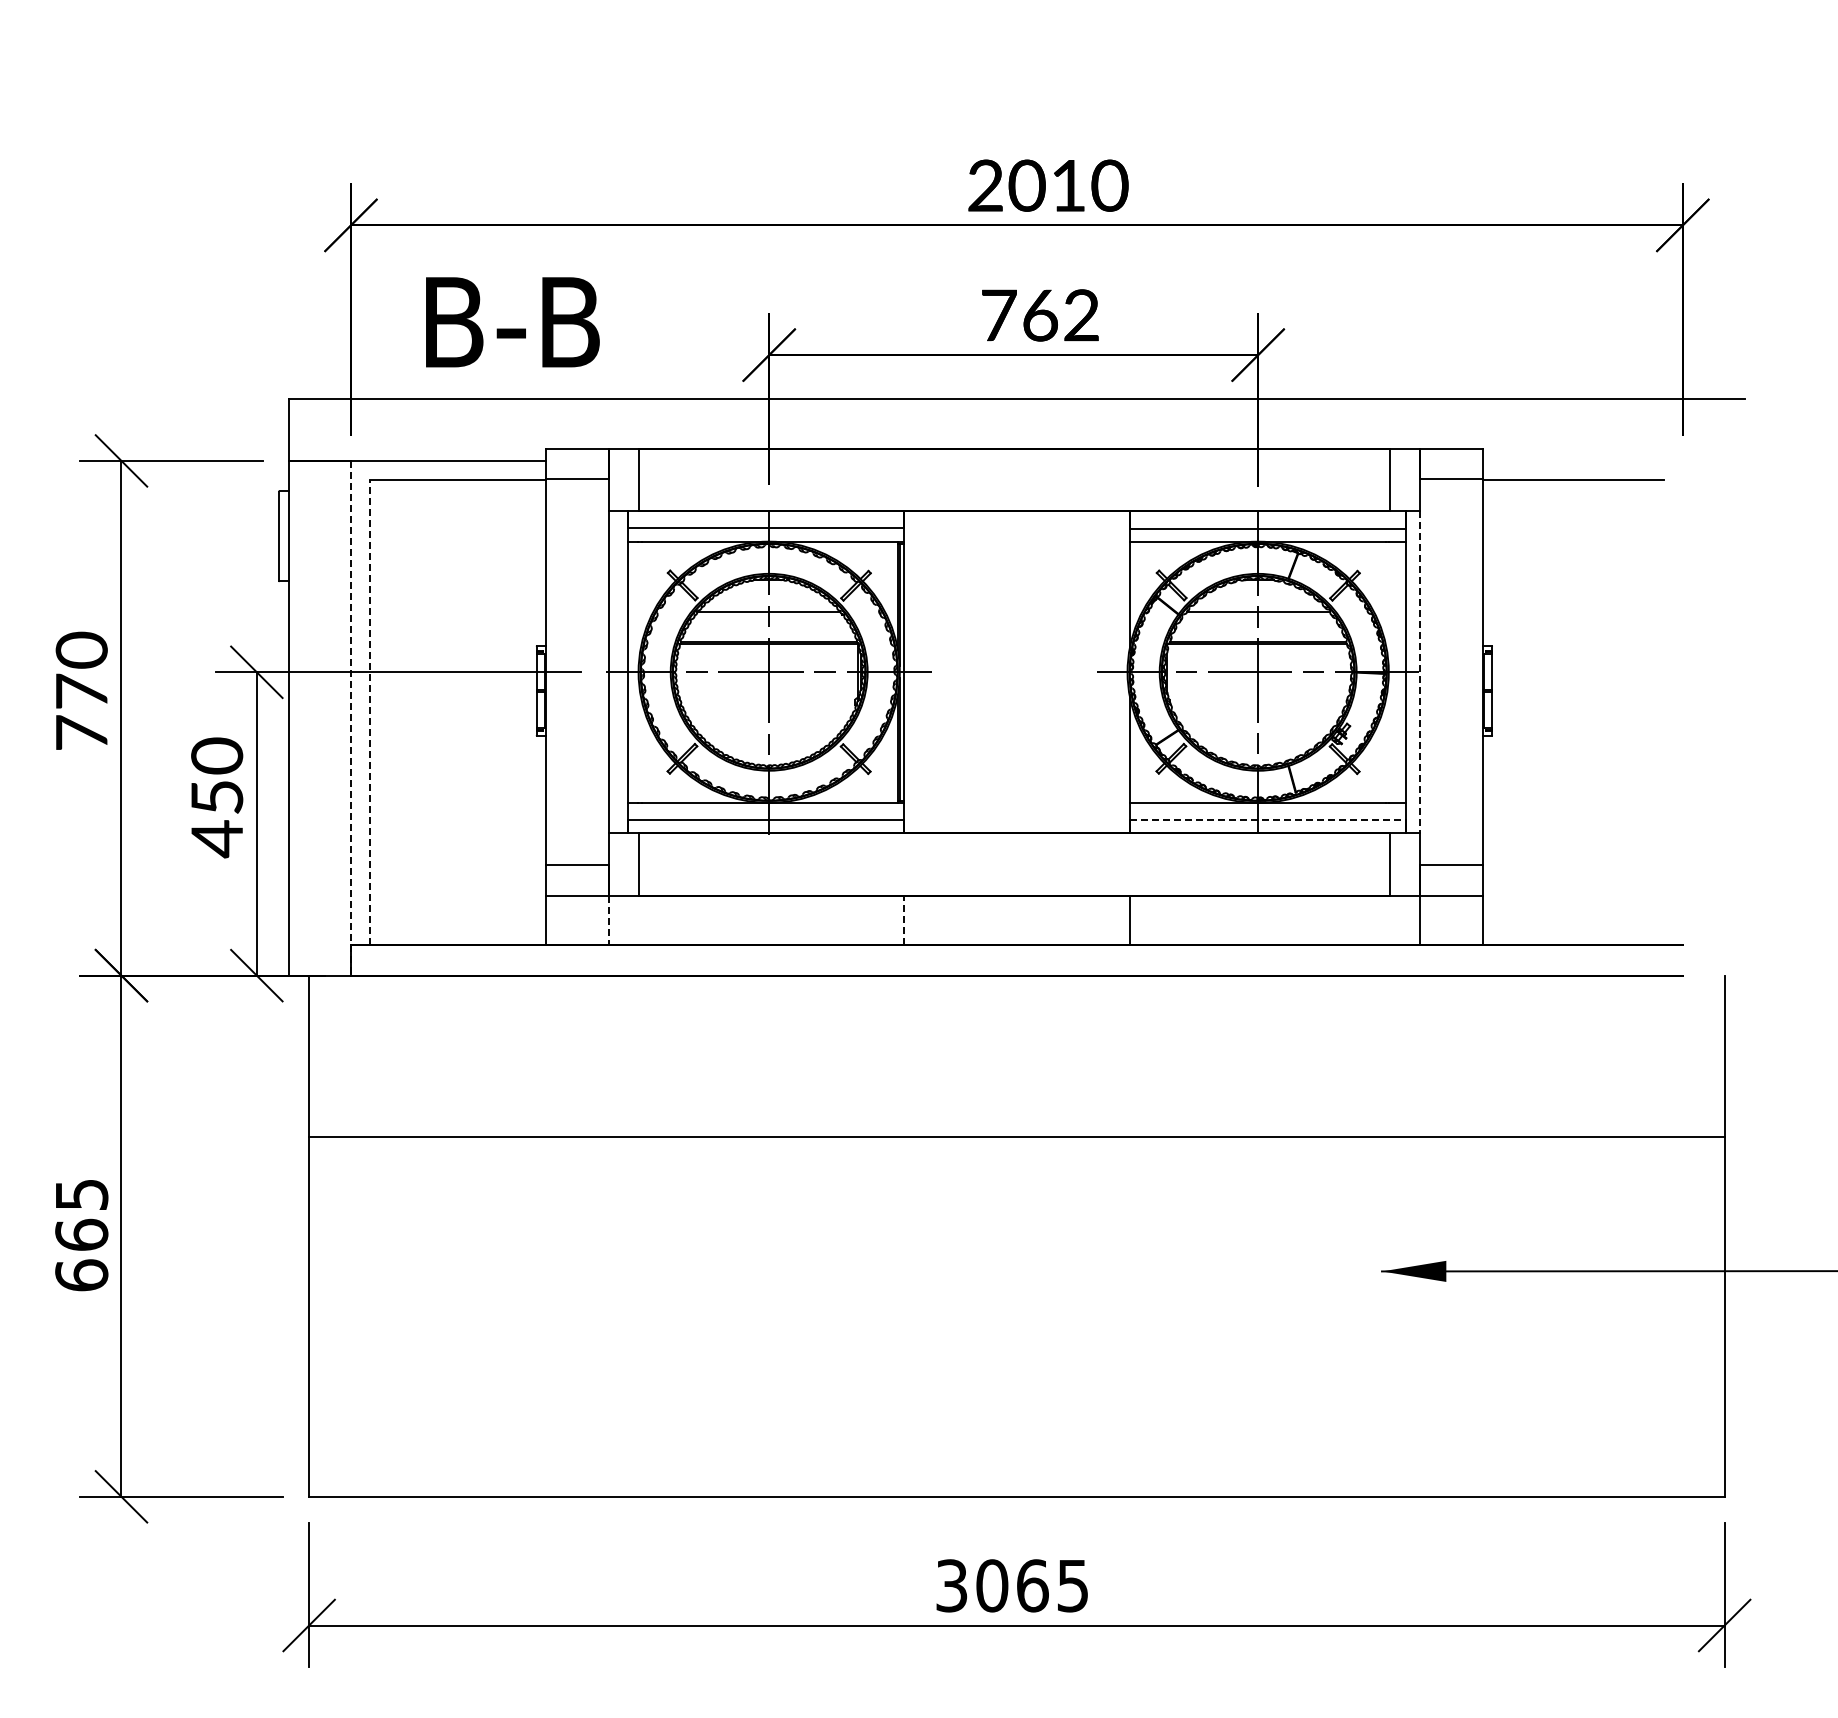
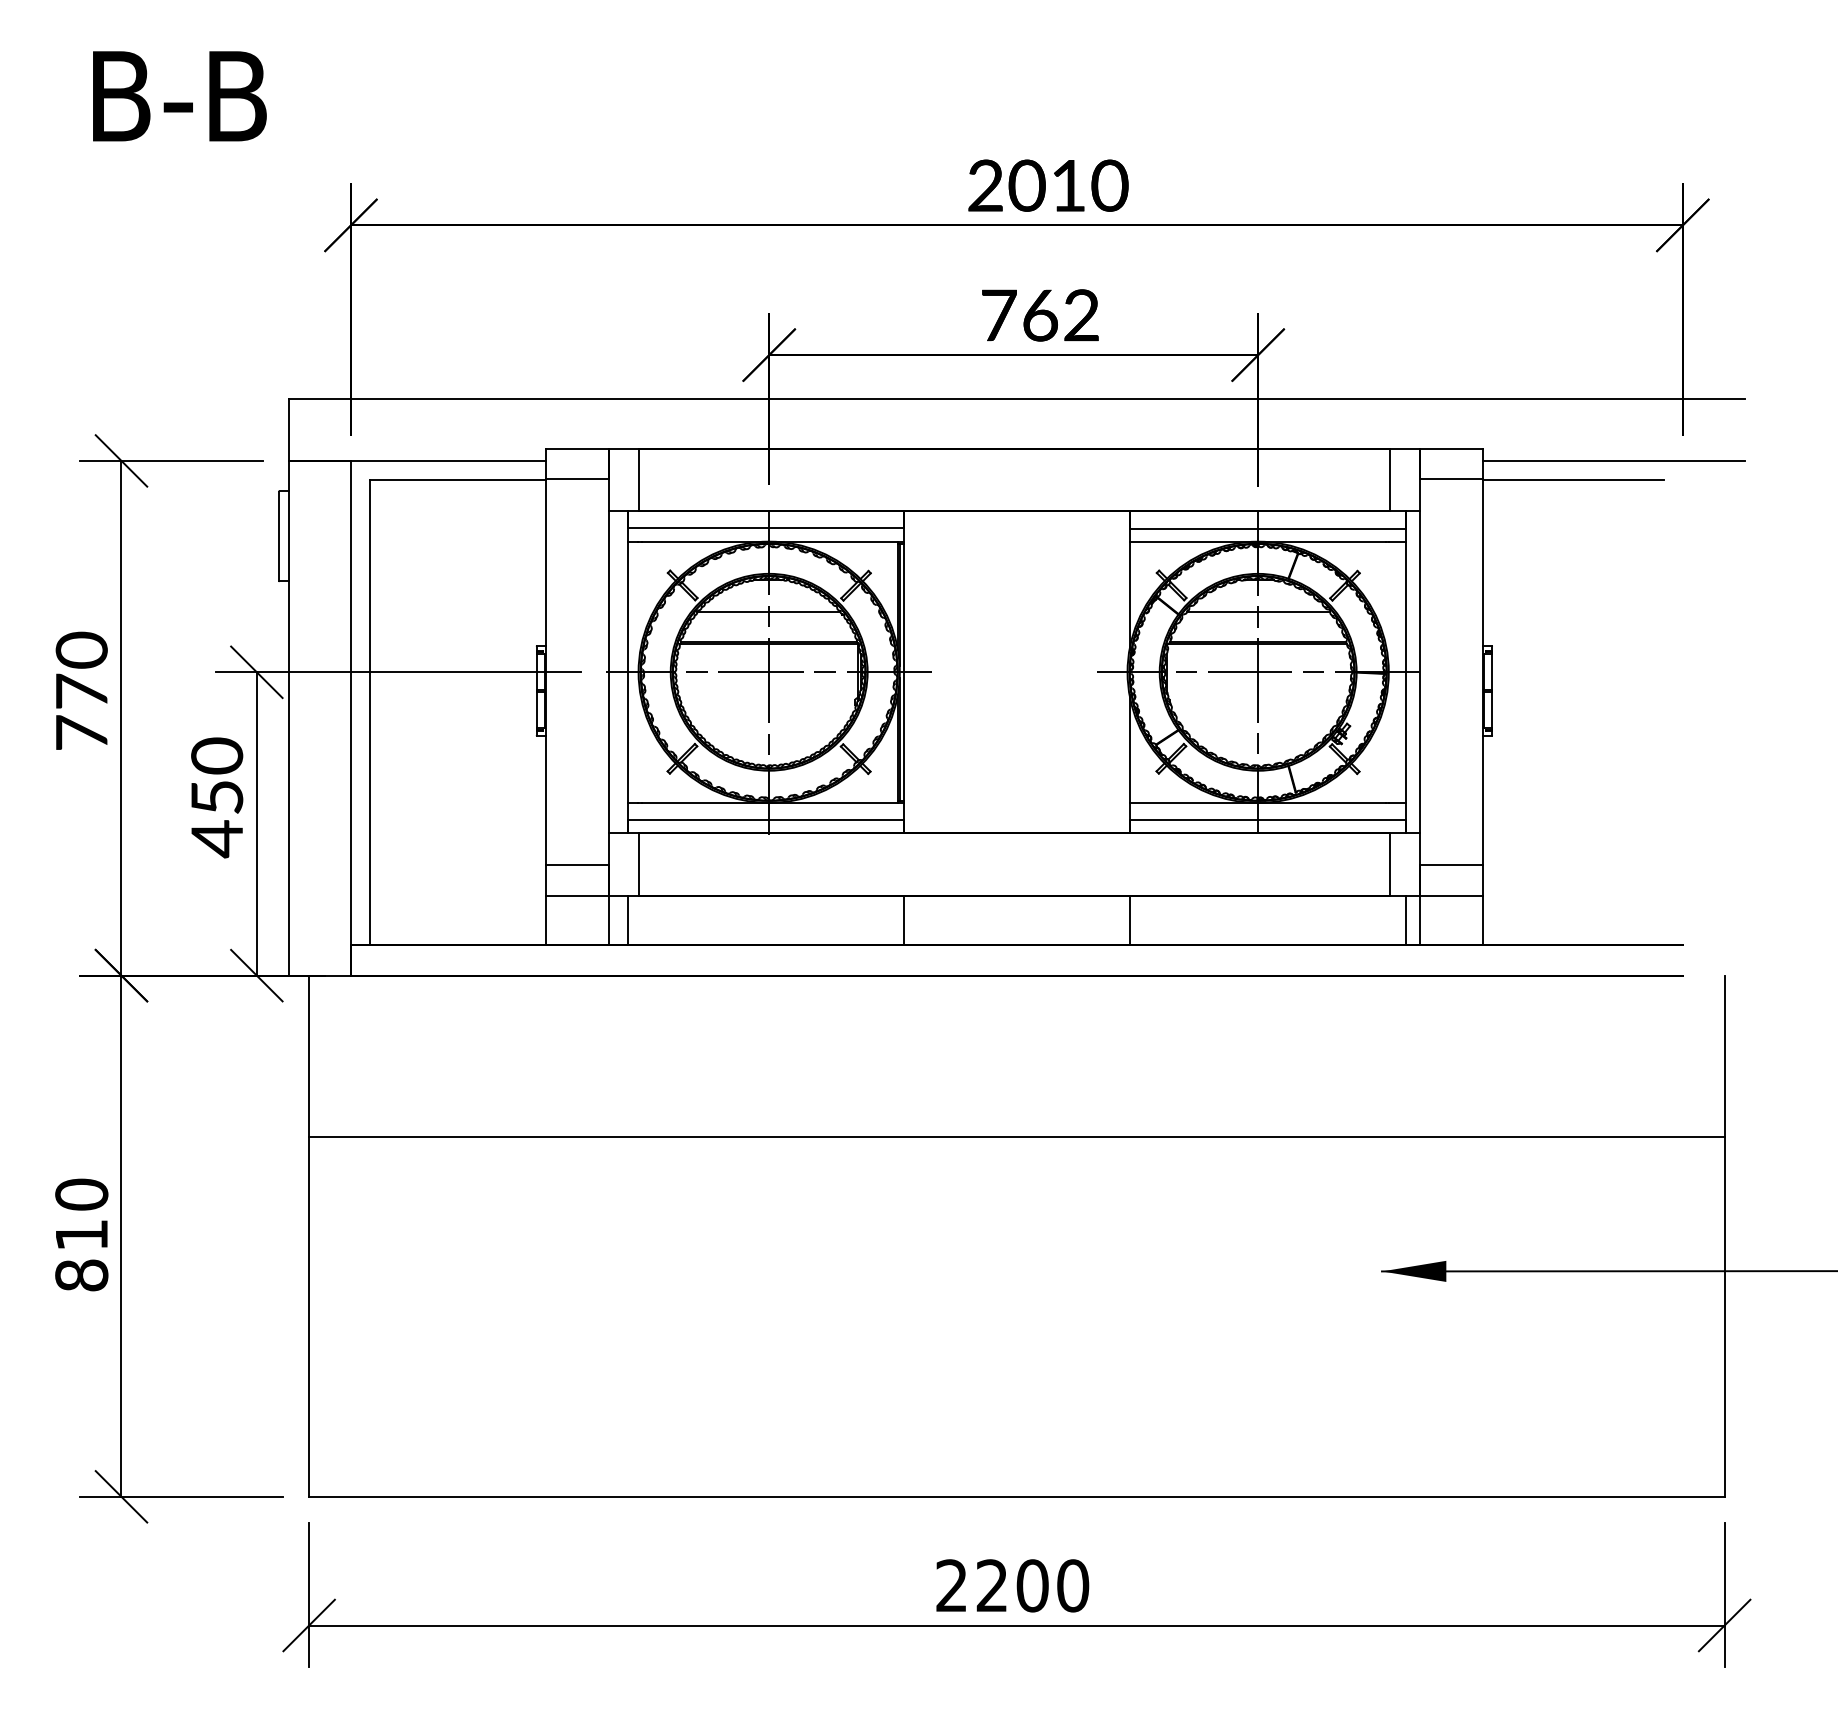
text at (512, 322) position: (512, 322) -> (179, 96)
line at (1613, 460): none -> present
line at (1420, 672): dashed -> solid
line at (370, 712): dashed -> solid
line at (350, 718): dashed -> solid
line at (1268, 819): dashed -> solid
line at (608, 920): dashed -> solid
line at (627, 920): none -> present
line at (904, 920): dashed -> solid
line at (1406, 920): none -> present
text at (81, 1234): 665 -> 810
text at (1012, 1585): 3065 -> 2200
